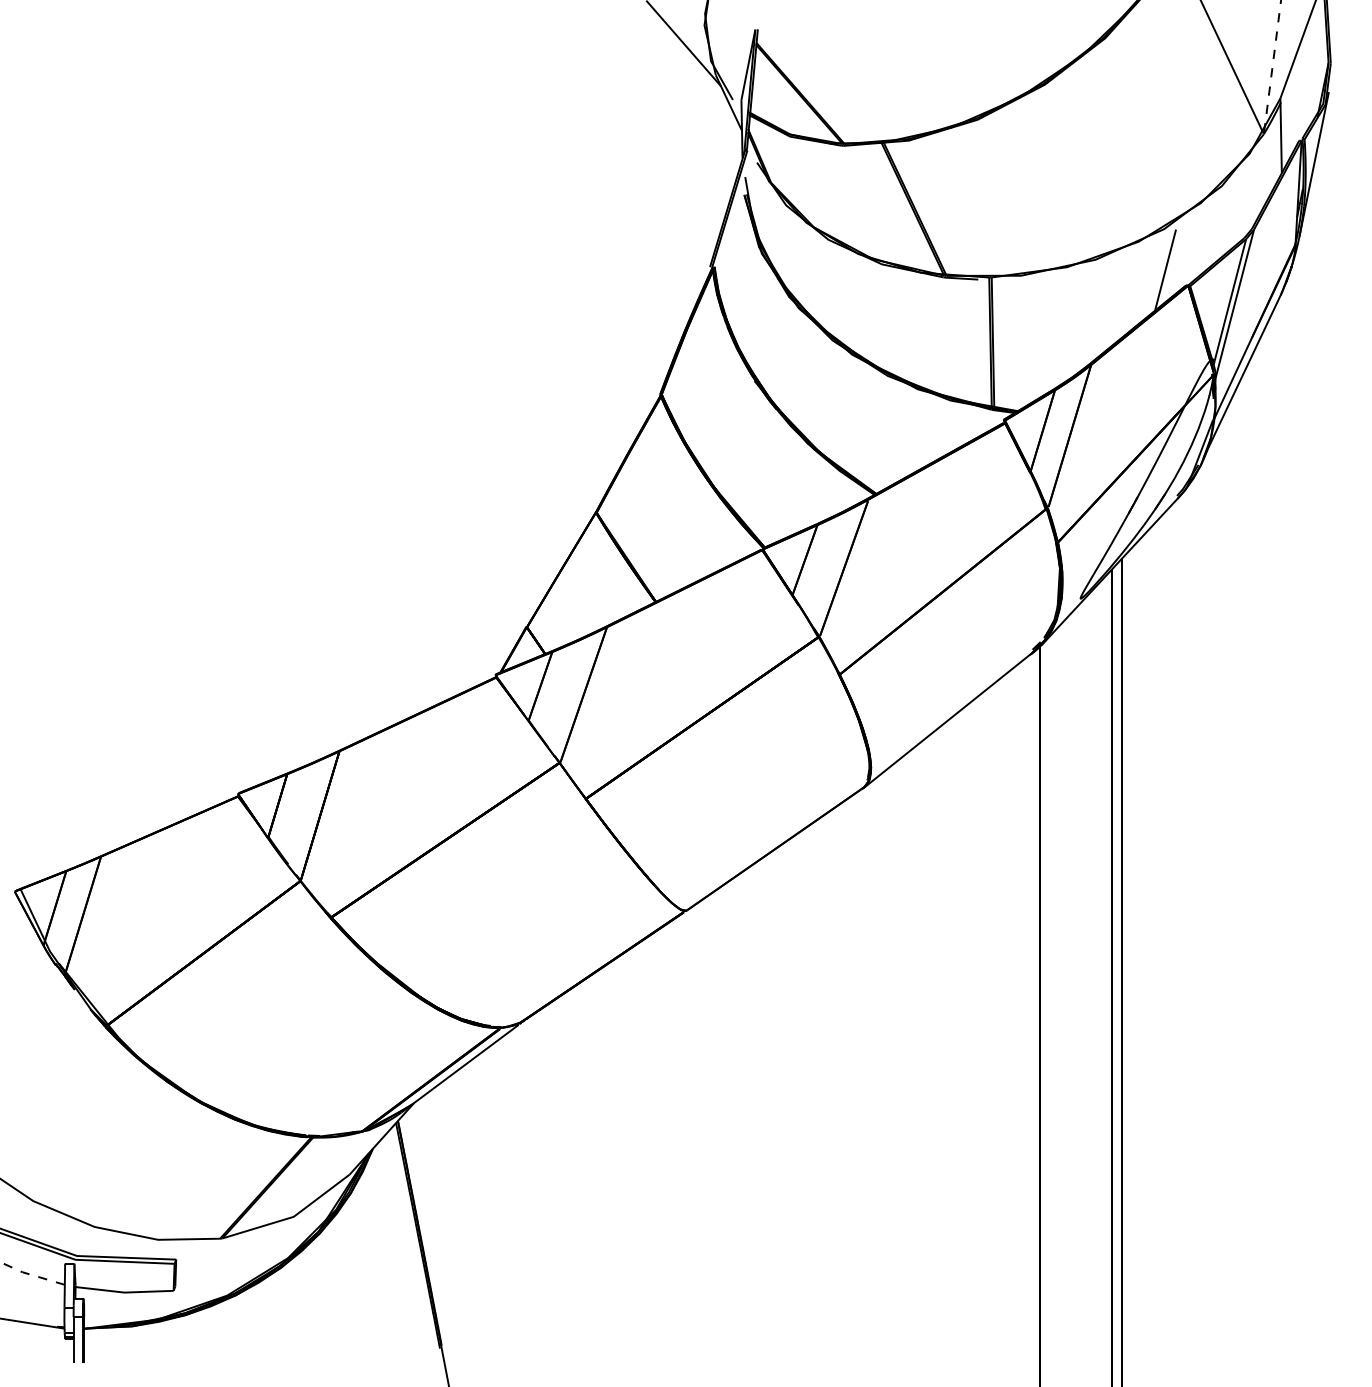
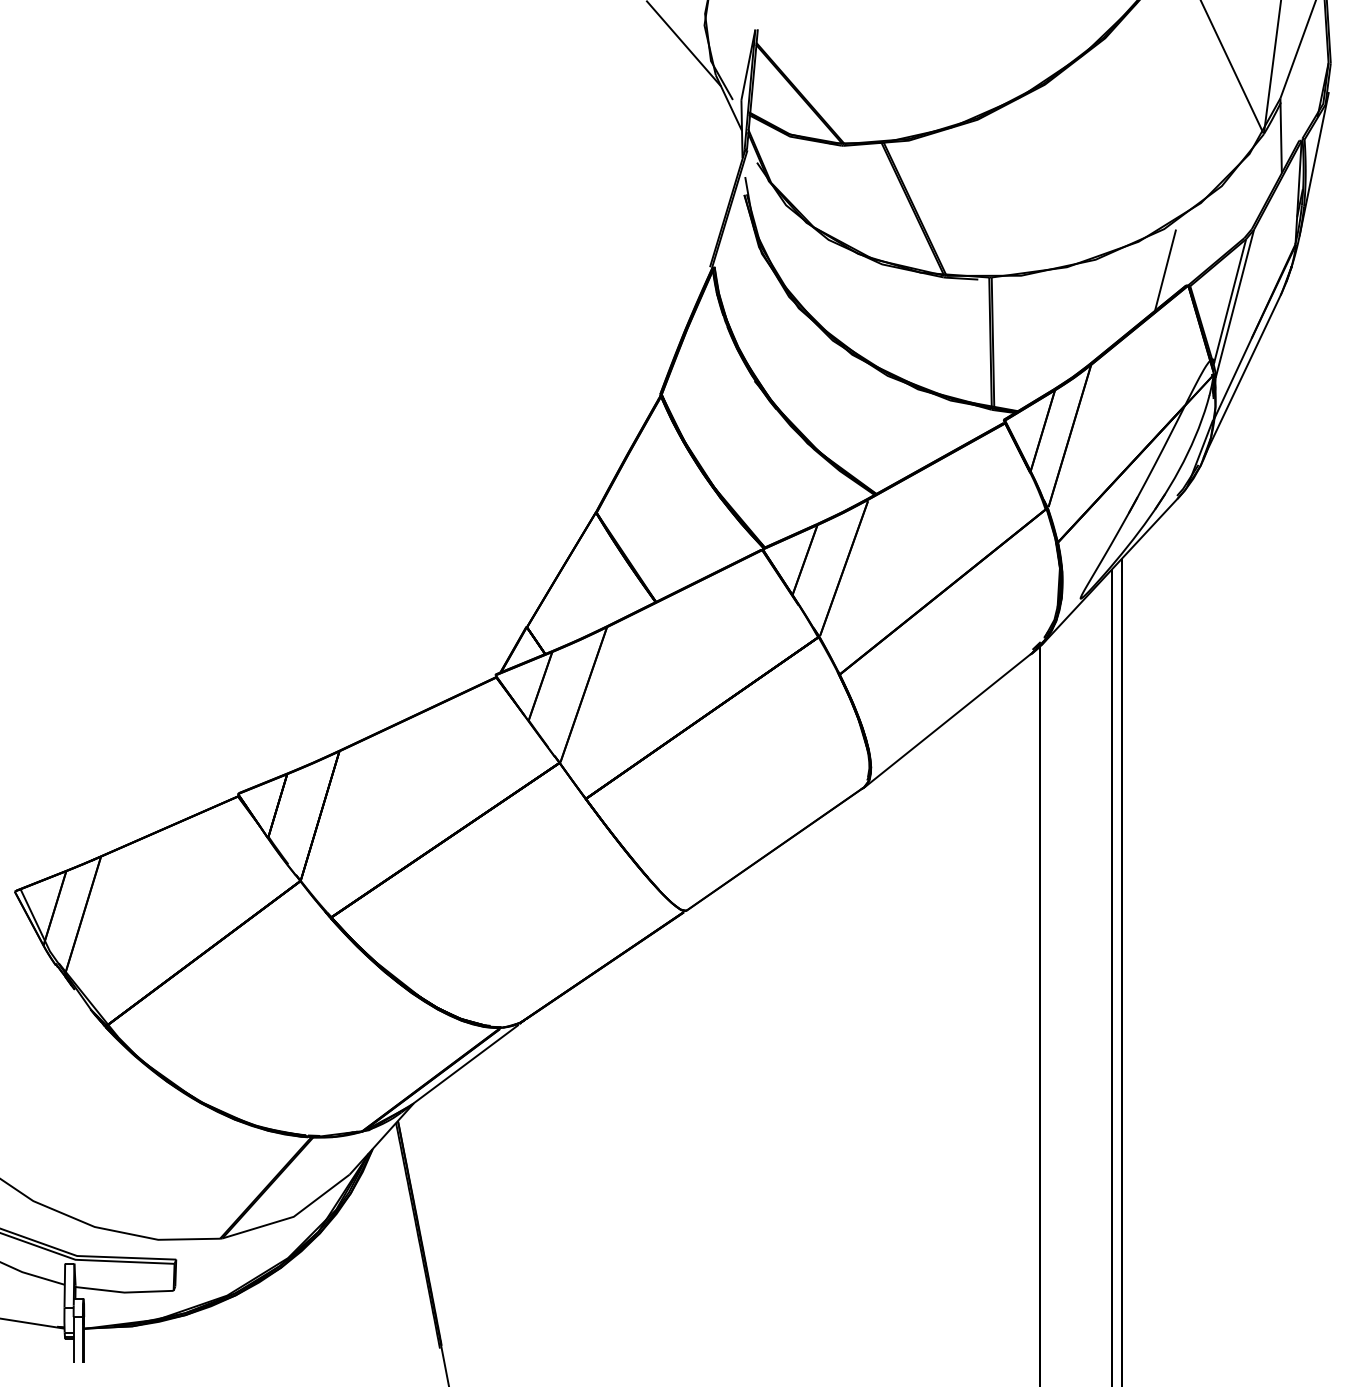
line at (1272, 65): dashed -> solid
line at (31, 1274): dashed -> solid
